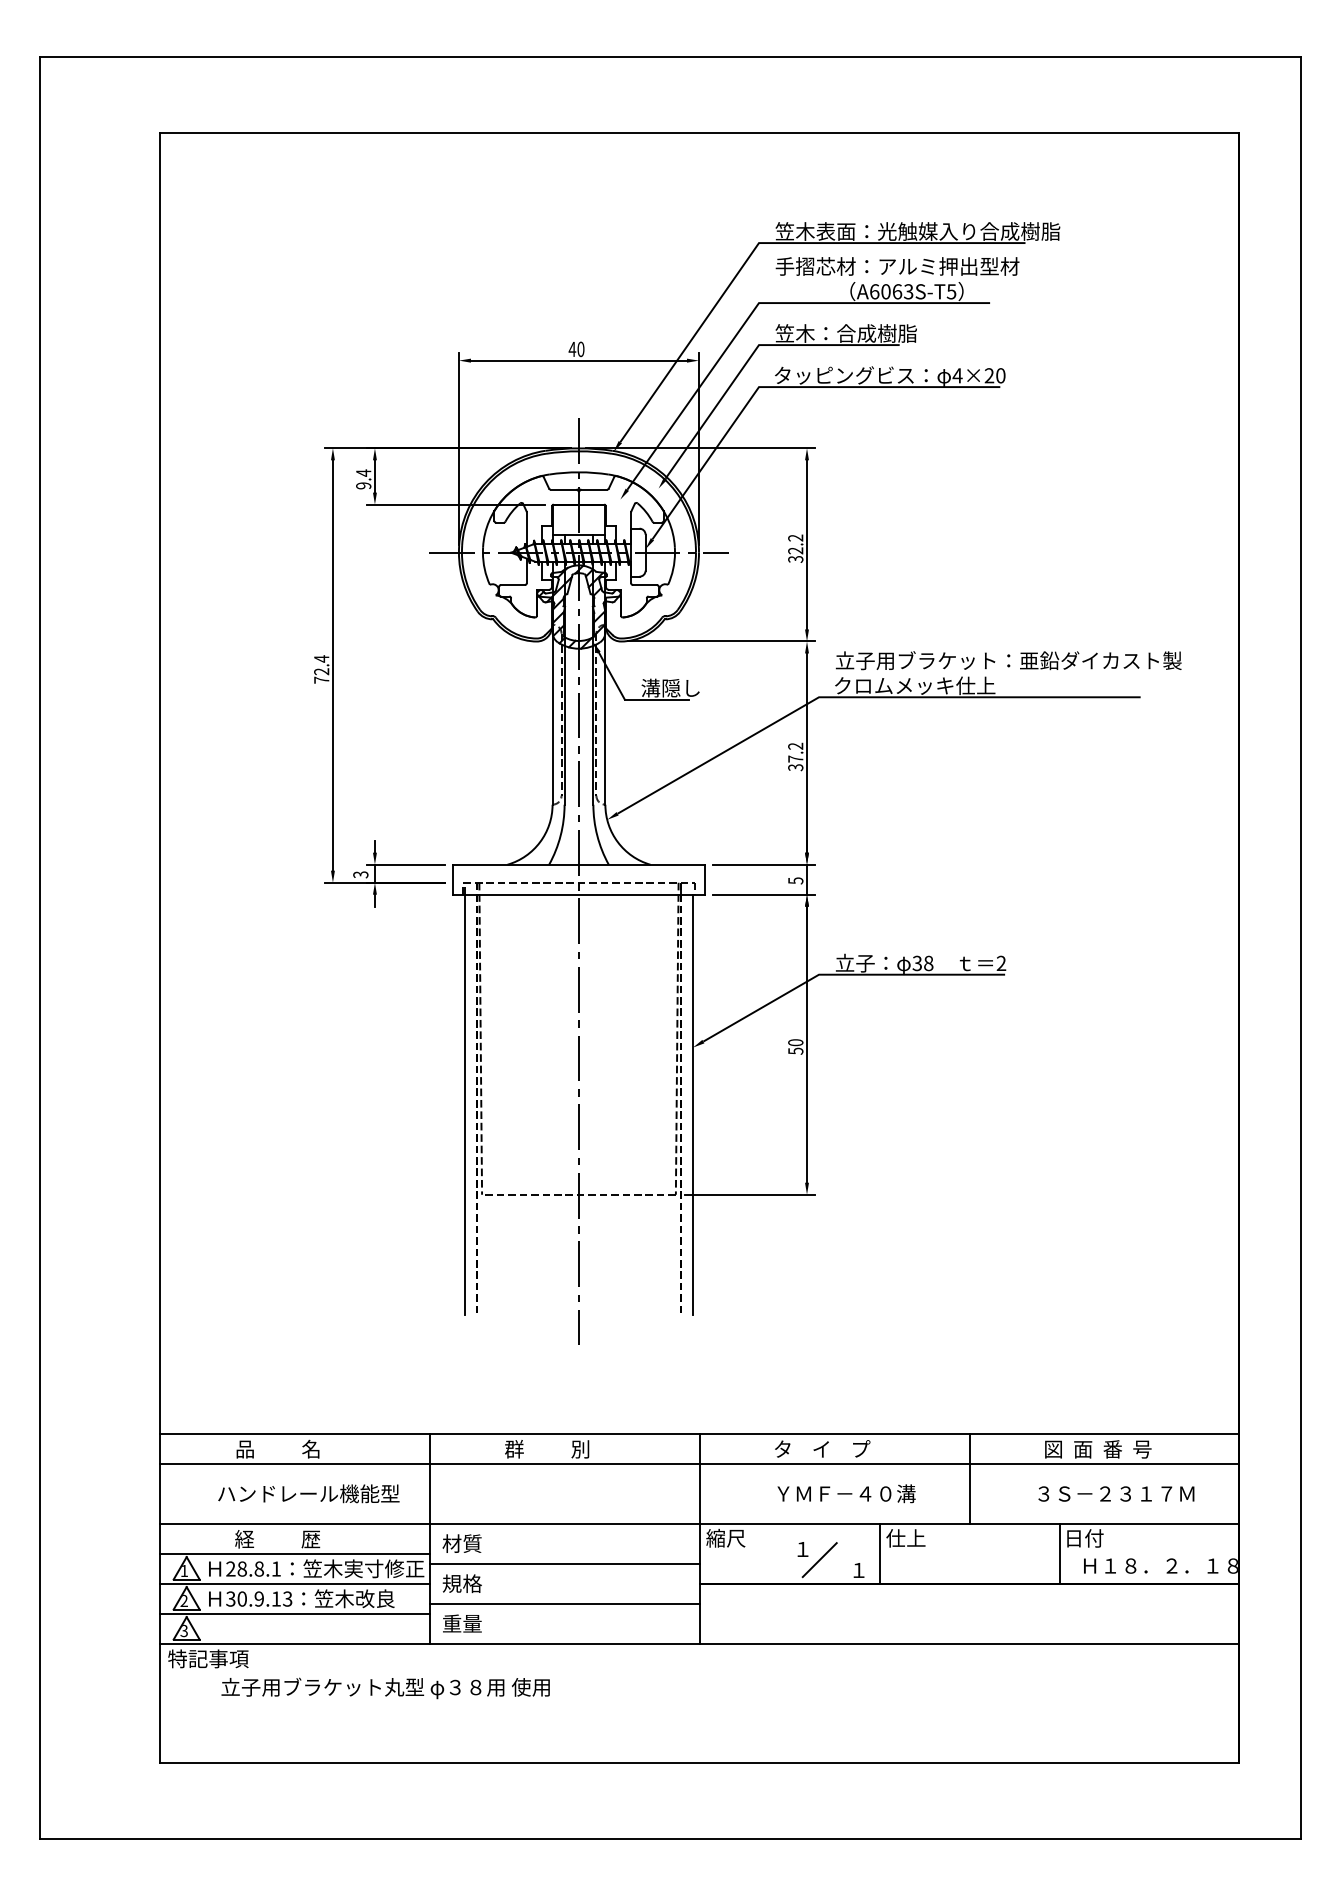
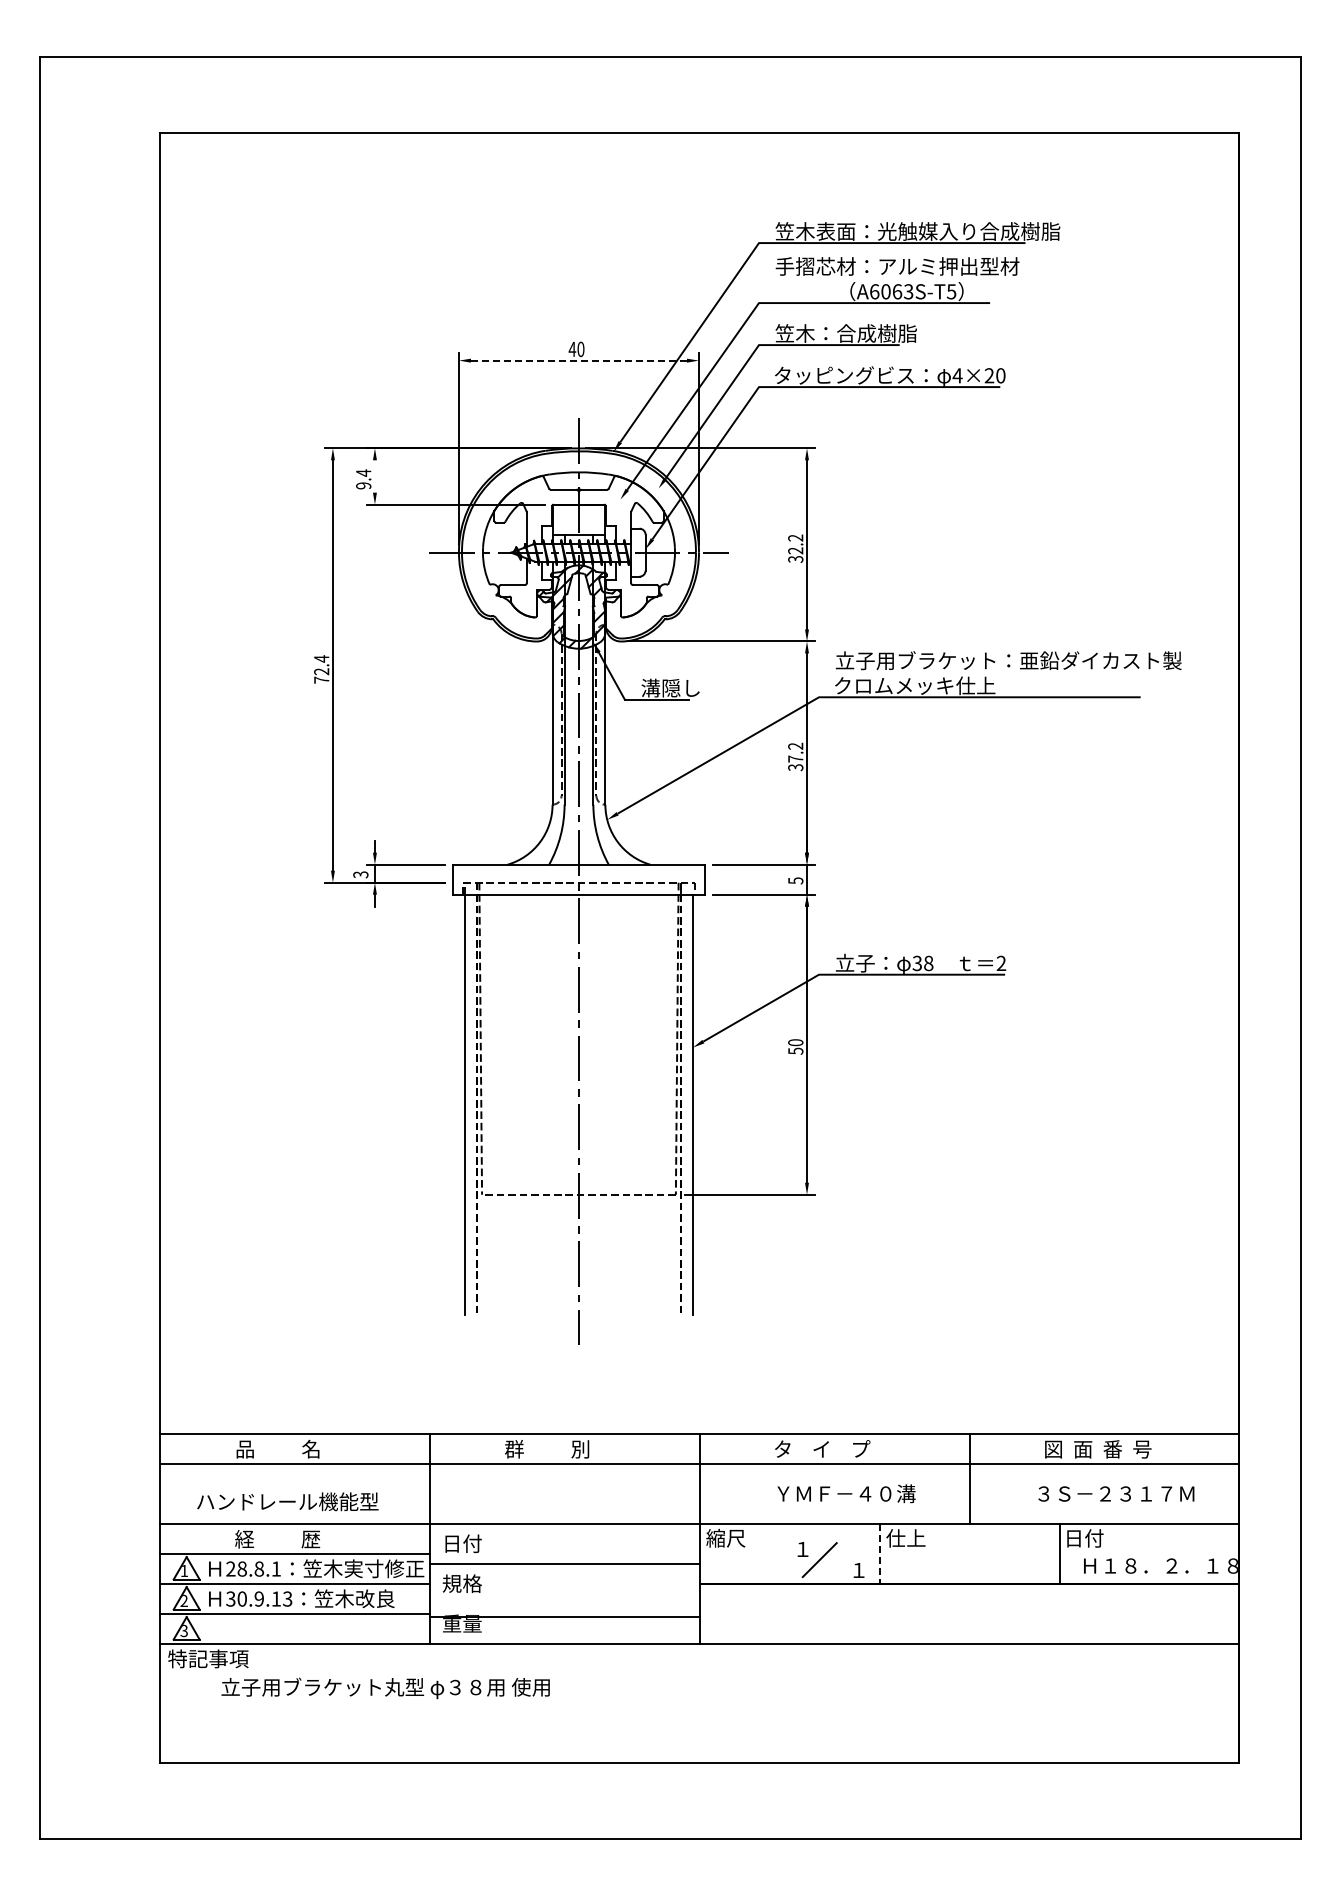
line at (579, 360): solid -> dashed
line at (374, 476): present -> none
text at (308, 1493) position: (308, 1493) -> (287, 1501)
text at (461, 1543): 材質 -> 日付
line at (879, 1554): solid -> dashed
line at (564, 1604) position: (564, 1604) -> (564, 1617)
